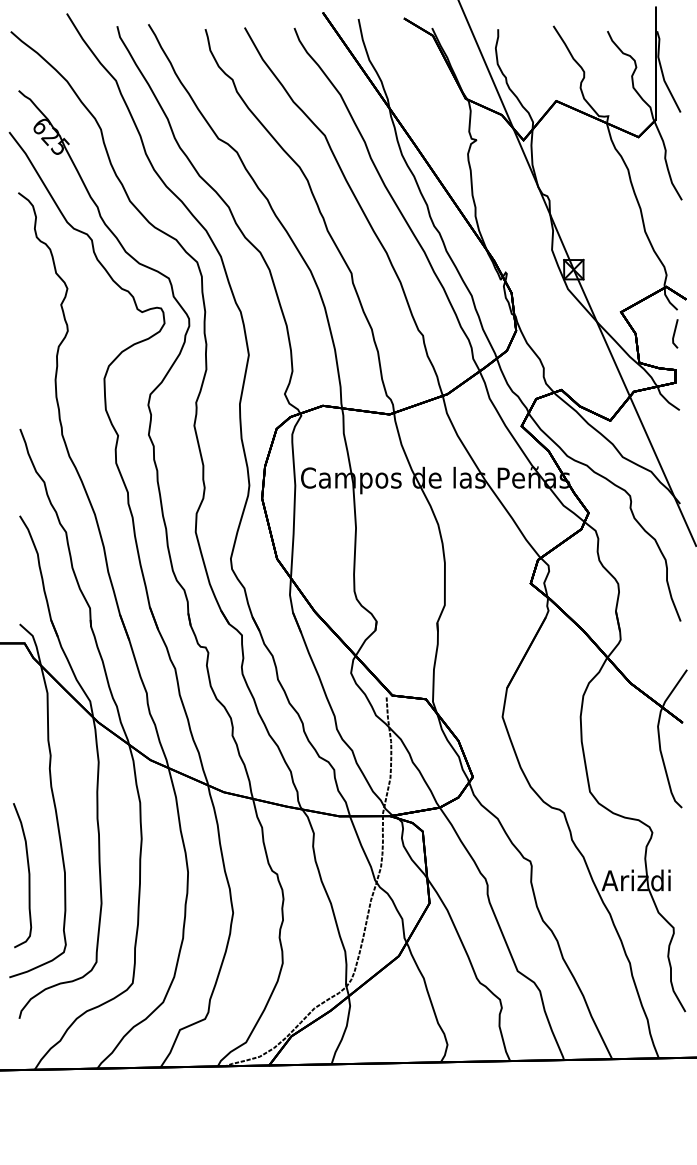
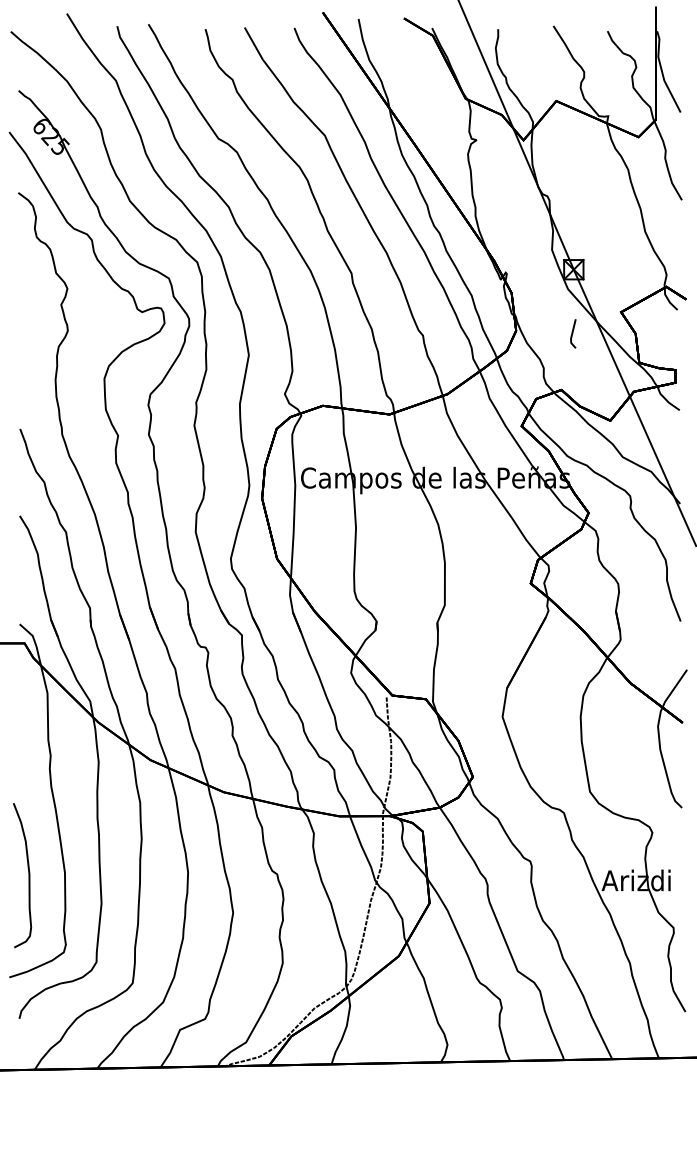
line at (675, 333) position: (675, 333) -> (573, 333)
